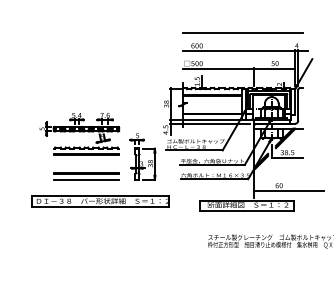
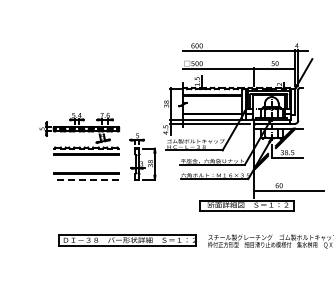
line at (242, 32): present -> none
line at (86, 179): solid -> dashed
part at (100, 201) position: (100, 201) -> (127, 240)
